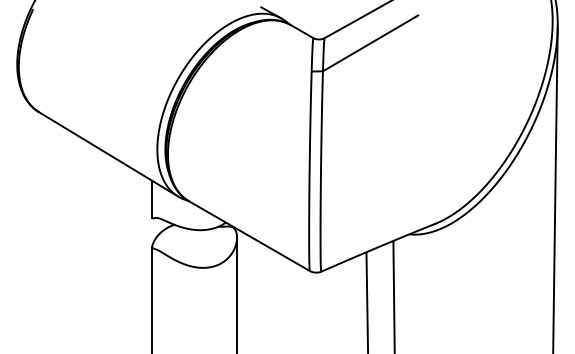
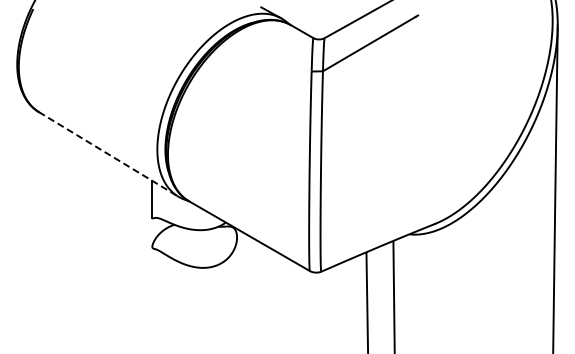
line at (108, 154): solid -> dashed
line at (237, 293): present -> none
line at (152, 298): present -> none
